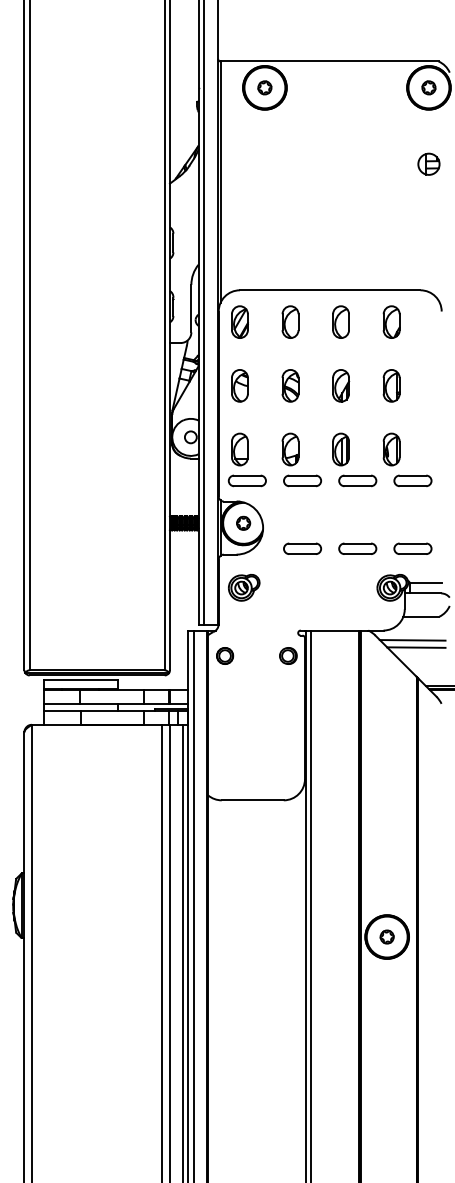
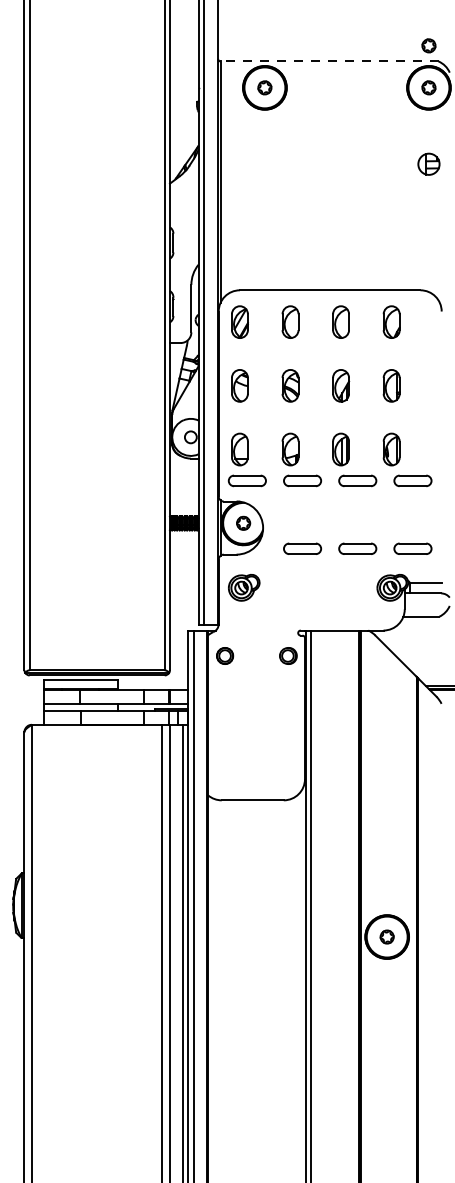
circle at (428, 45): none -> present
line at (329, 61): solid -> dashed
line at (412, 640): present -> none
line at (416, 647): present -> none
